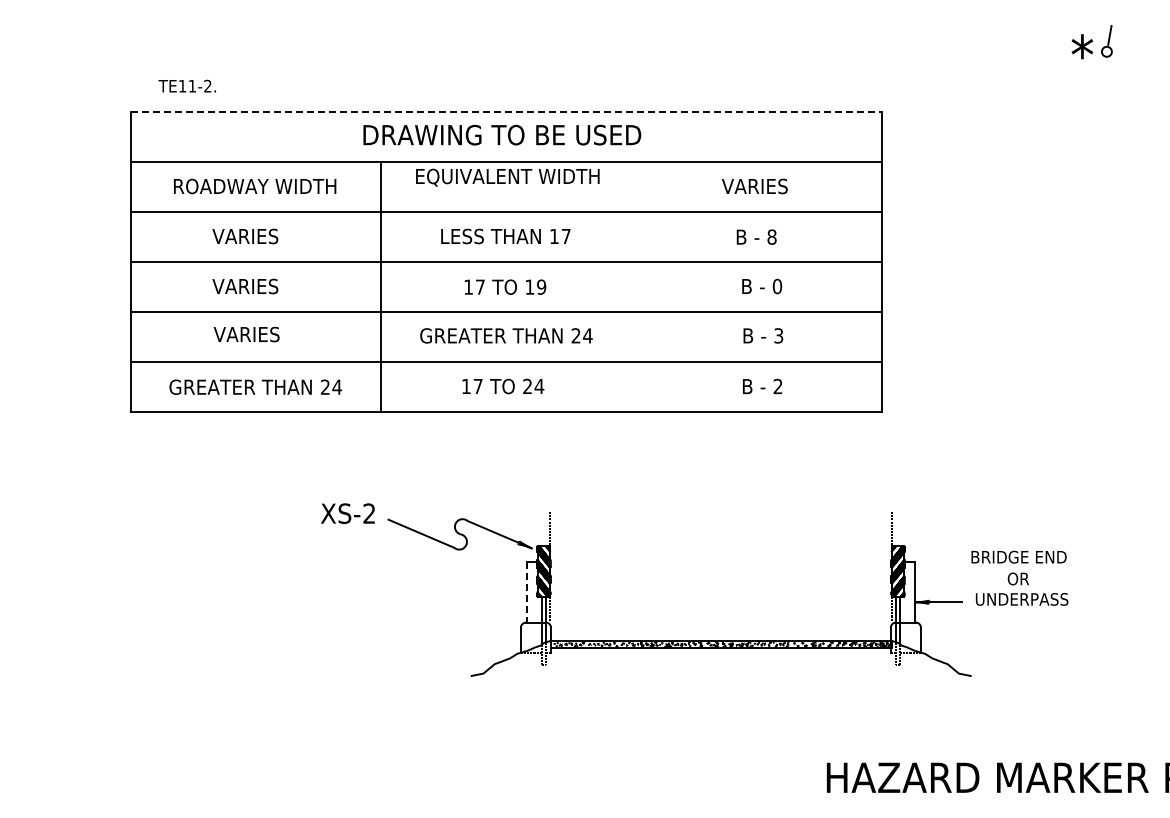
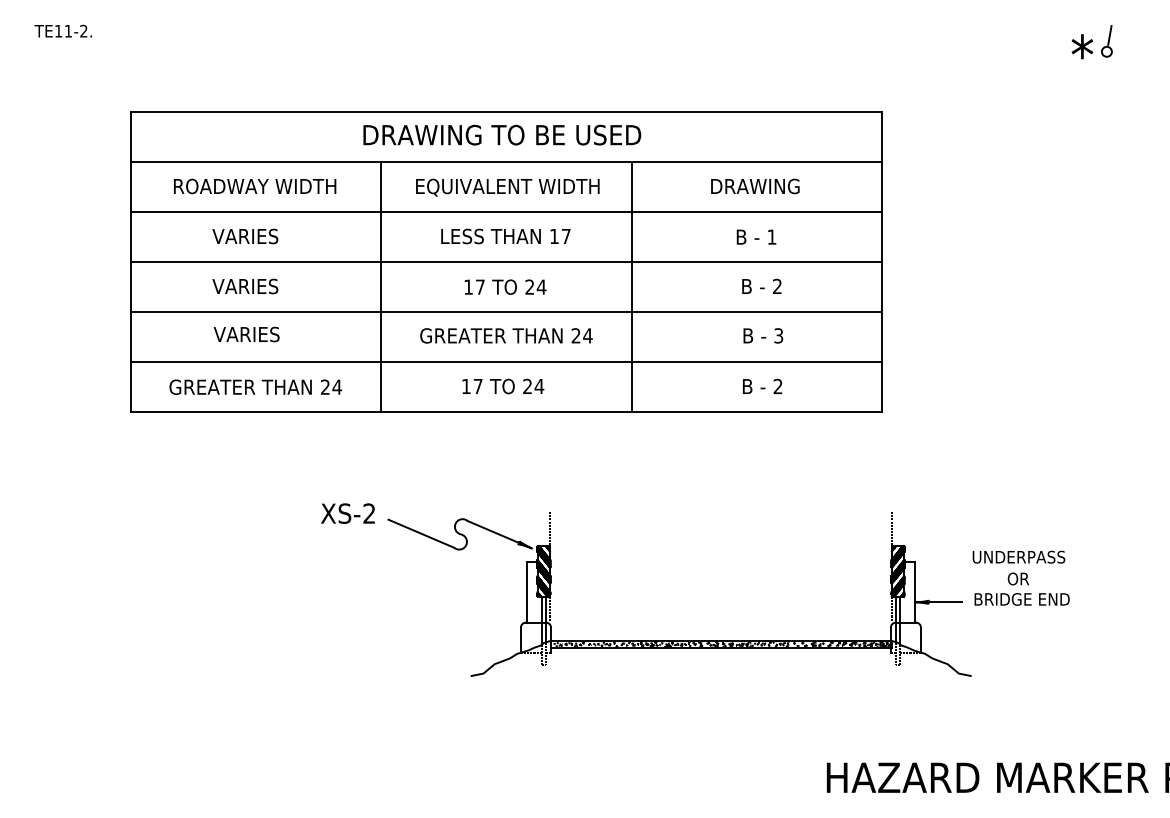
text at (186, 85) position: (186, 85) -> (62, 30)
line at (506, 111): dashed -> solid
text at (507, 177) position: (507, 177) -> (507, 187)
text at (755, 186): VARIES -> DRAWING
text at (771, 236): 8 -> 1
text at (535, 286): 19 -> 24
line at (631, 286): none -> present
text at (777, 286): 0 -> 2
text at (1018, 556): BRIDGE END -> UNDERPASS
line at (527, 592): dashed -> solid
text at (1021, 599): UNDERPASS -> BRIDGE END
